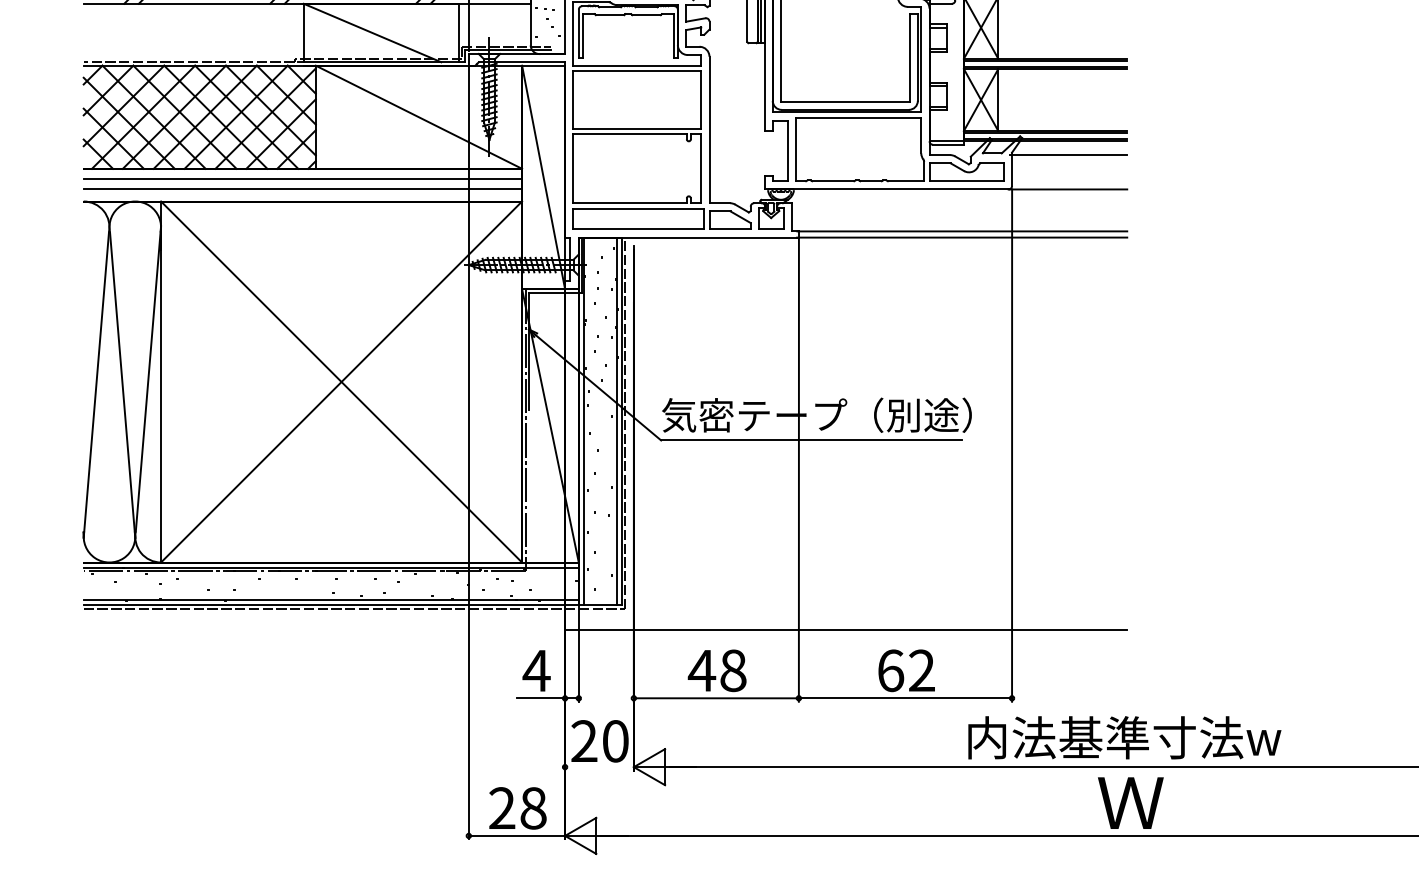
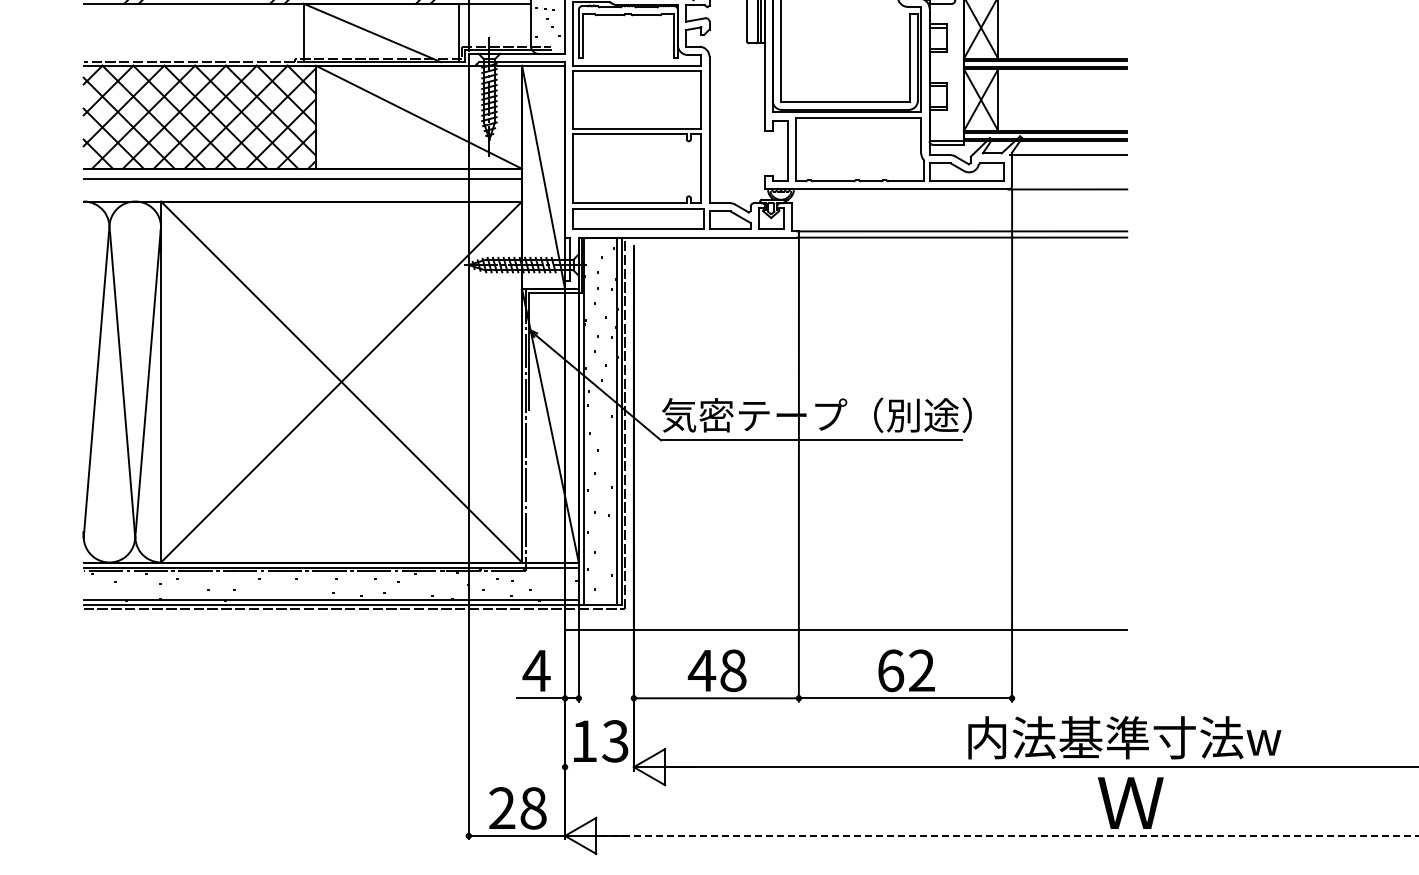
line at (302, 189): present -> none
text at (599, 741): 20 -> 13
line at (1009, 835): solid -> dashed
